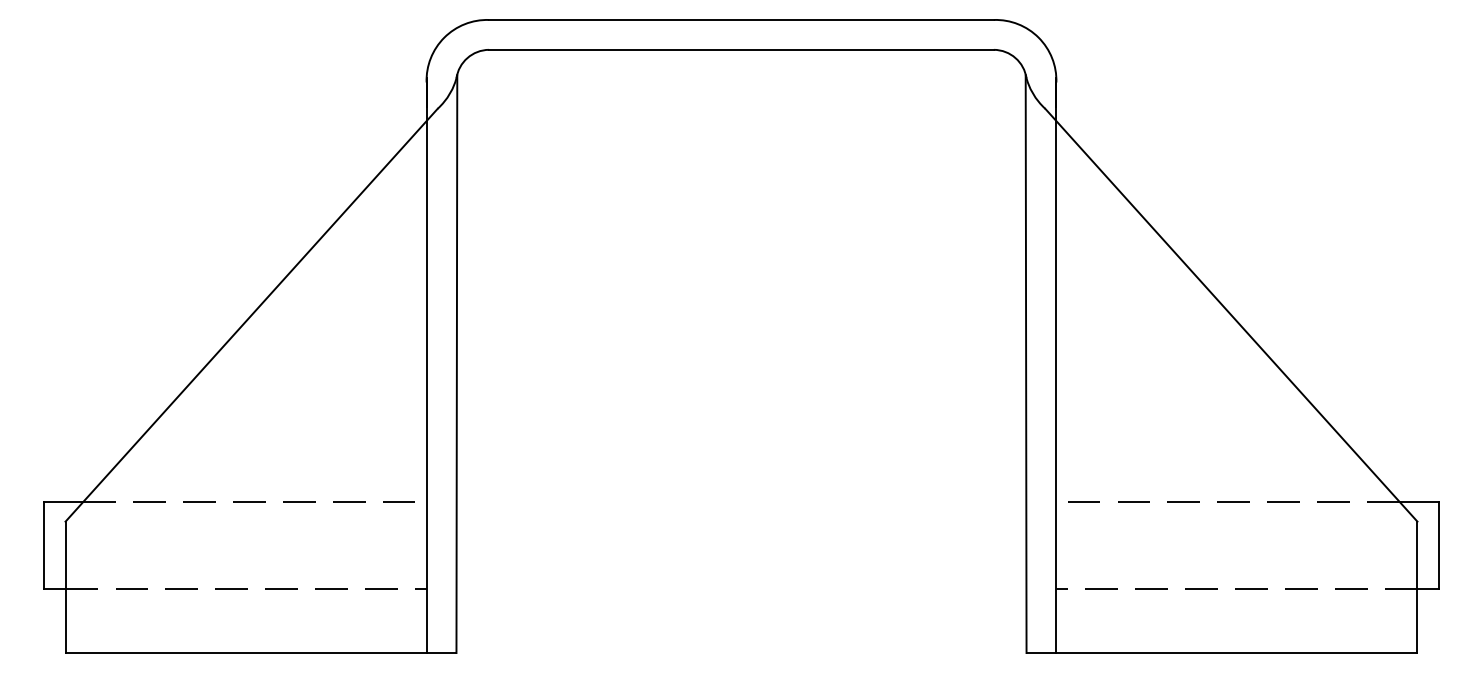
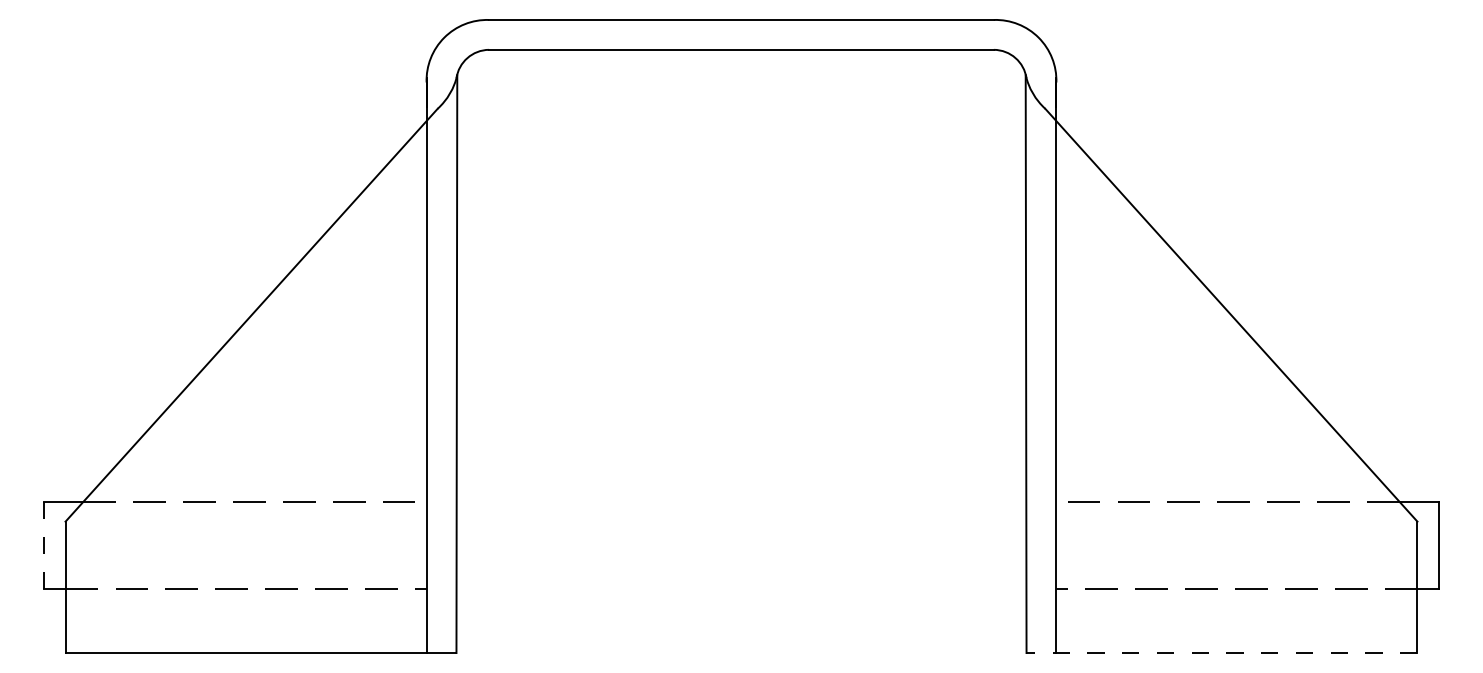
line at (44, 546): solid -> dashed
line at (1221, 653): solid -> dashed
